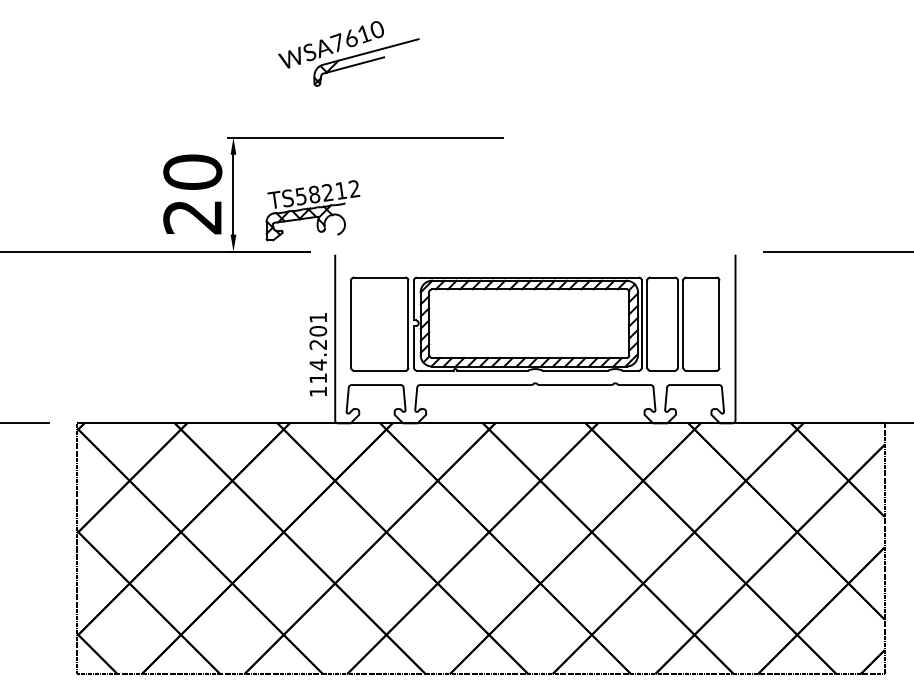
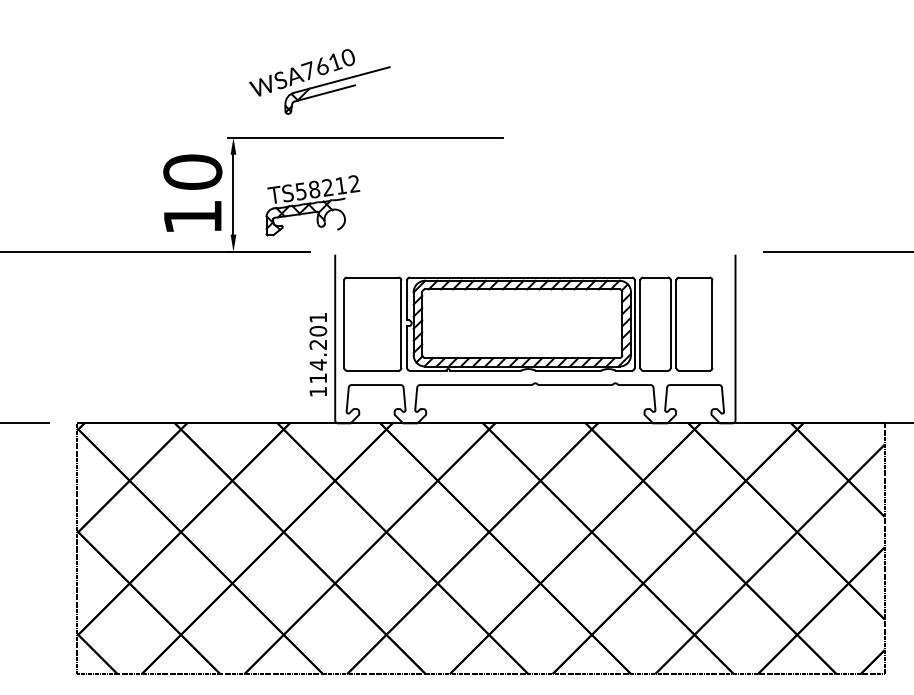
part at (348, 53) position: (348, 53) -> (319, 81)
part at (312, 210) position: (312, 210) -> (312, 205)
text at (192, 217): 20 -> 10
part at (535, 323) position: (535, 323) -> (528, 323)
